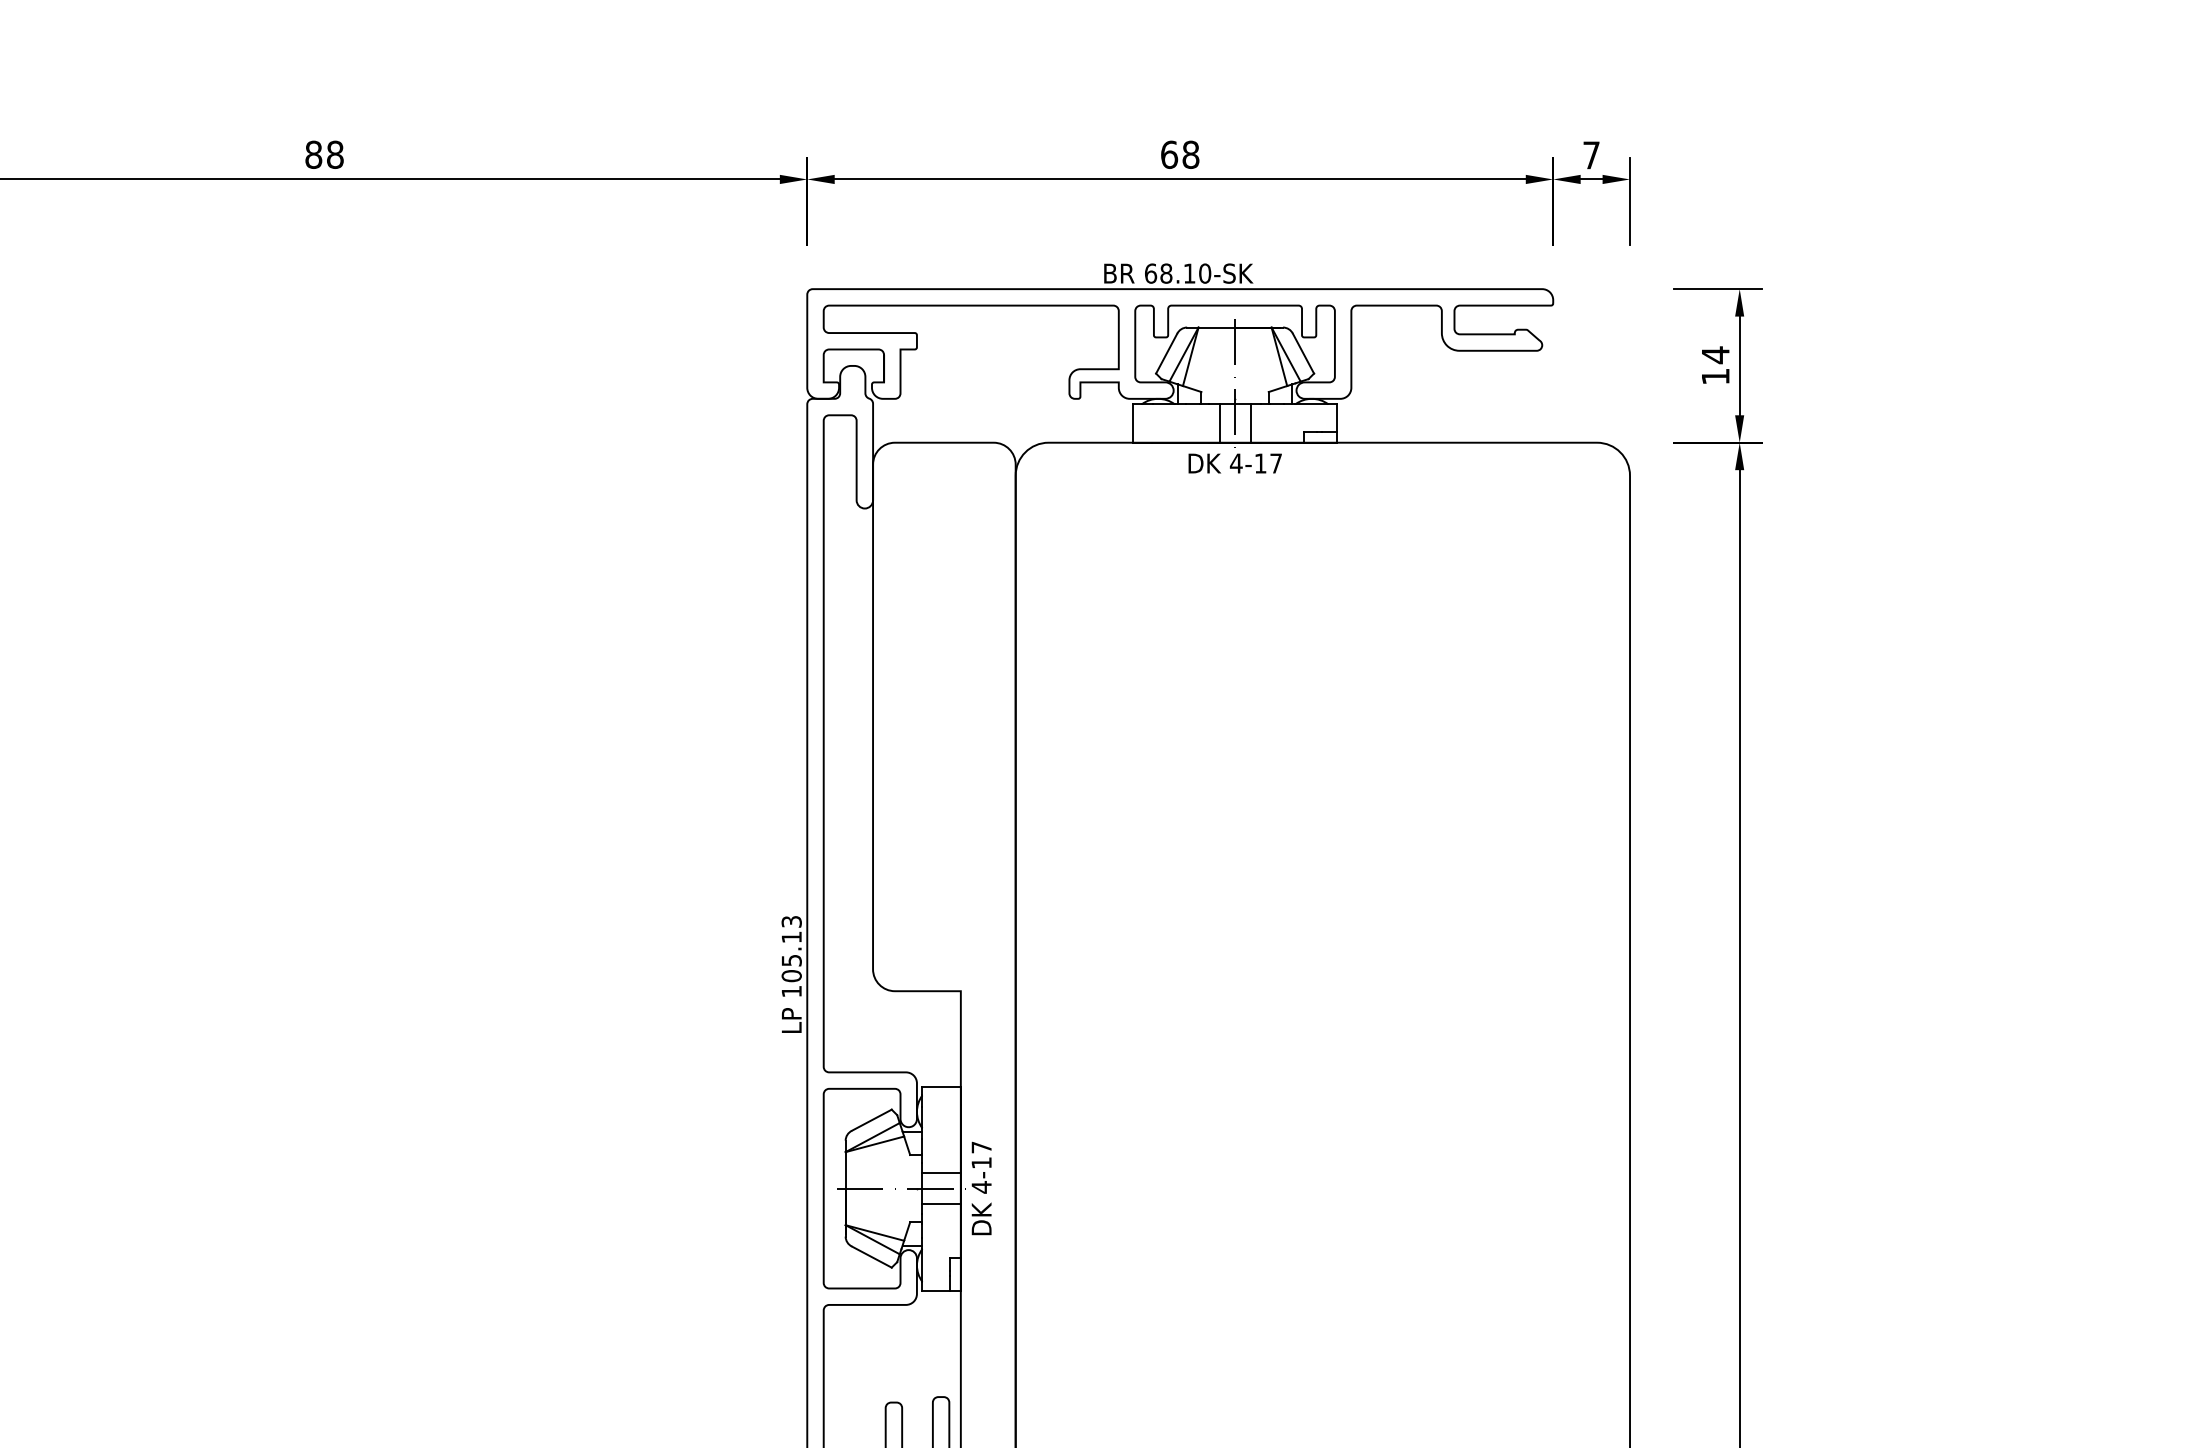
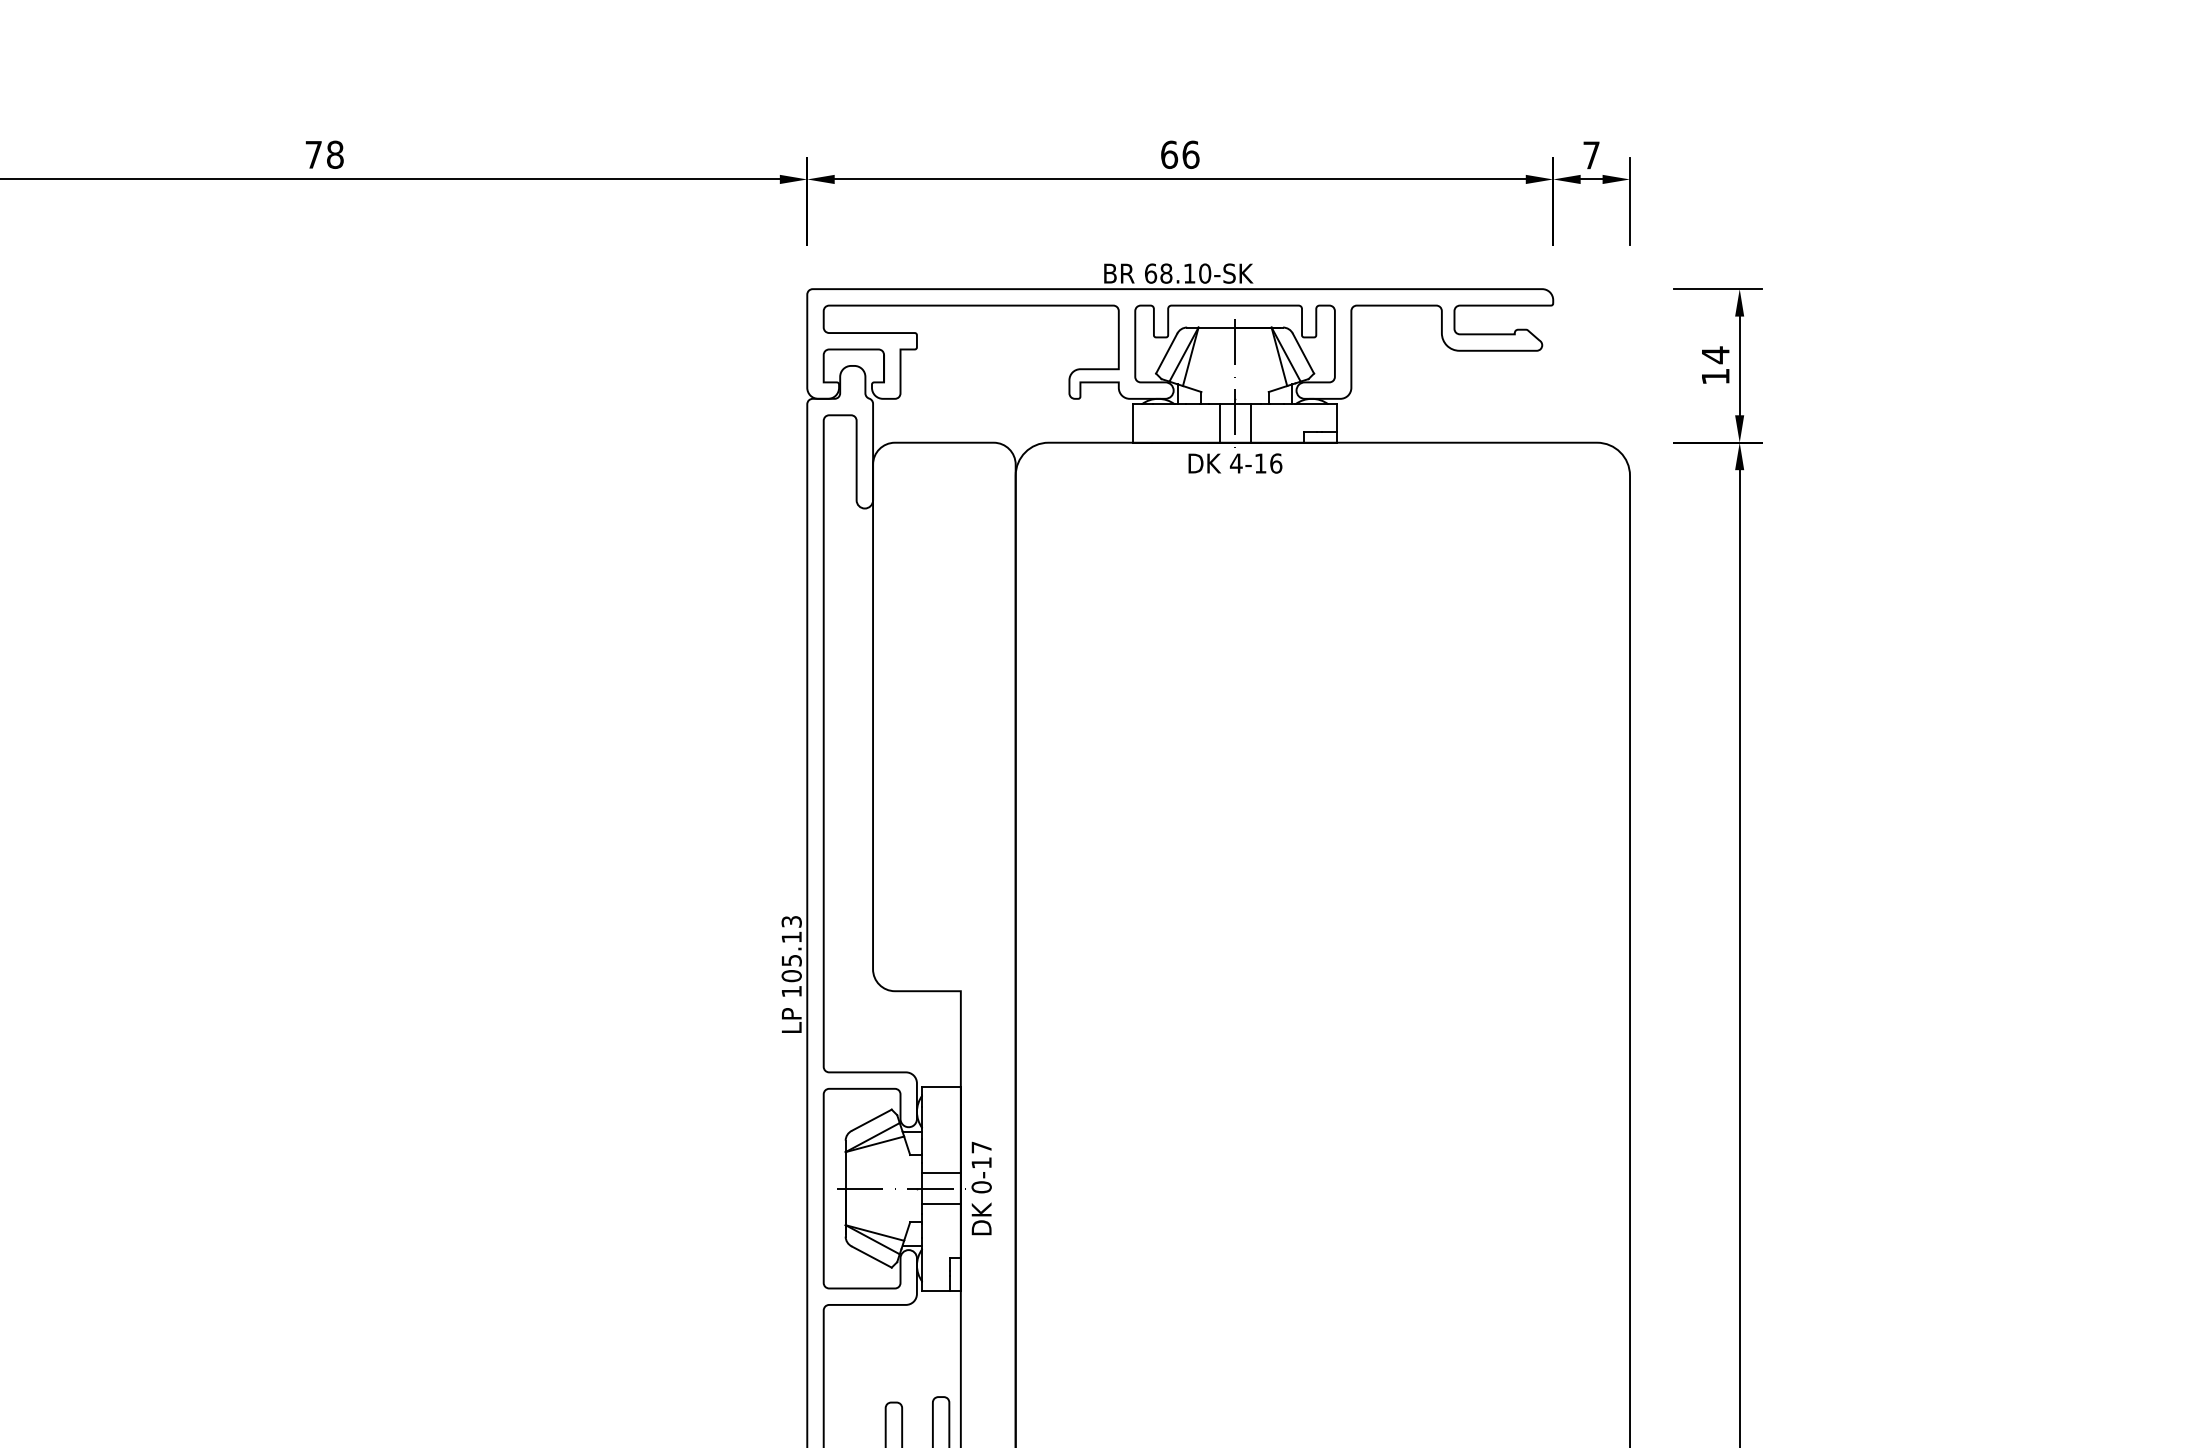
text at (313, 154): 88 -> 78
text at (1190, 154): 68 -> 66
text at (1276, 463): 4-17 -> 4-16
text at (981, 1187): 4-17 -> 0-17
